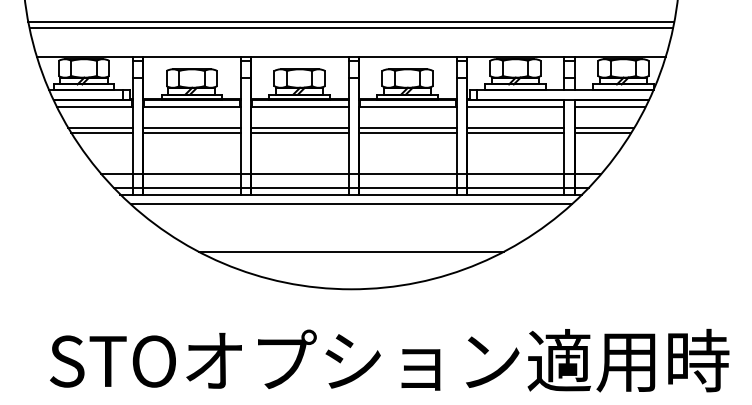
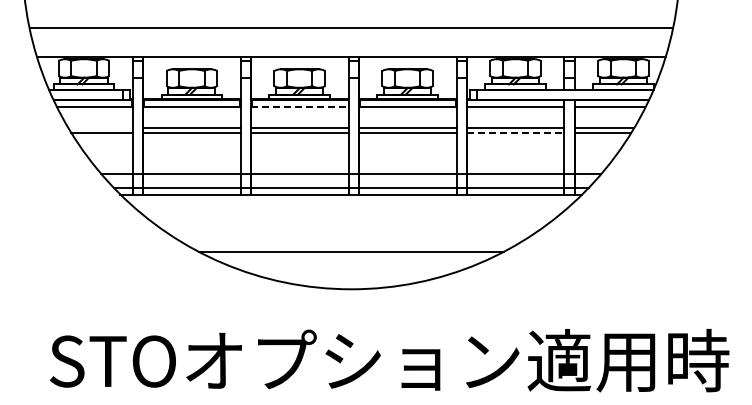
line at (351, 22): present -> none
line at (299, 107): solid -> dashed
line at (100, 127): present -> none
line at (515, 132): solid -> dashed
line at (350, 204): present -> none
